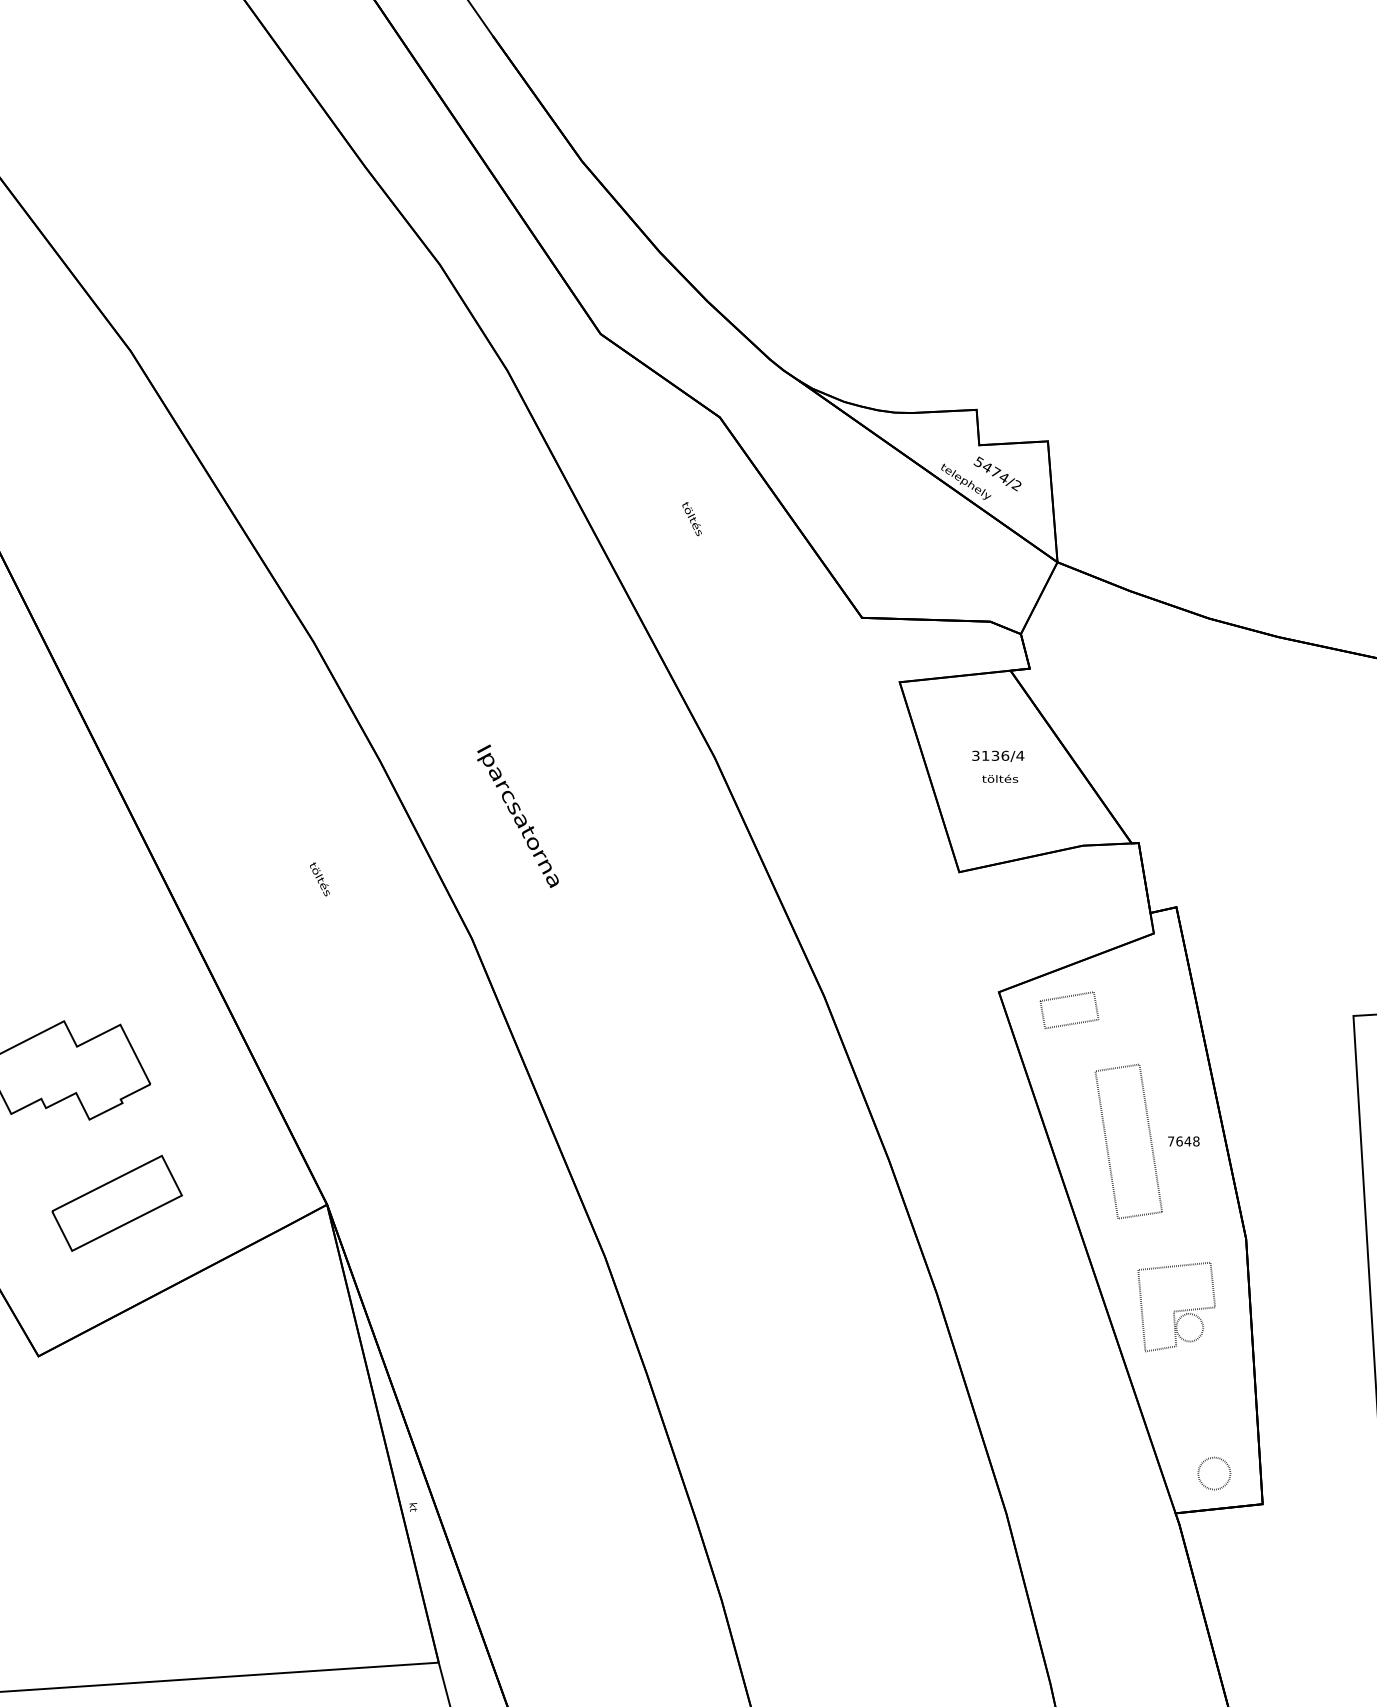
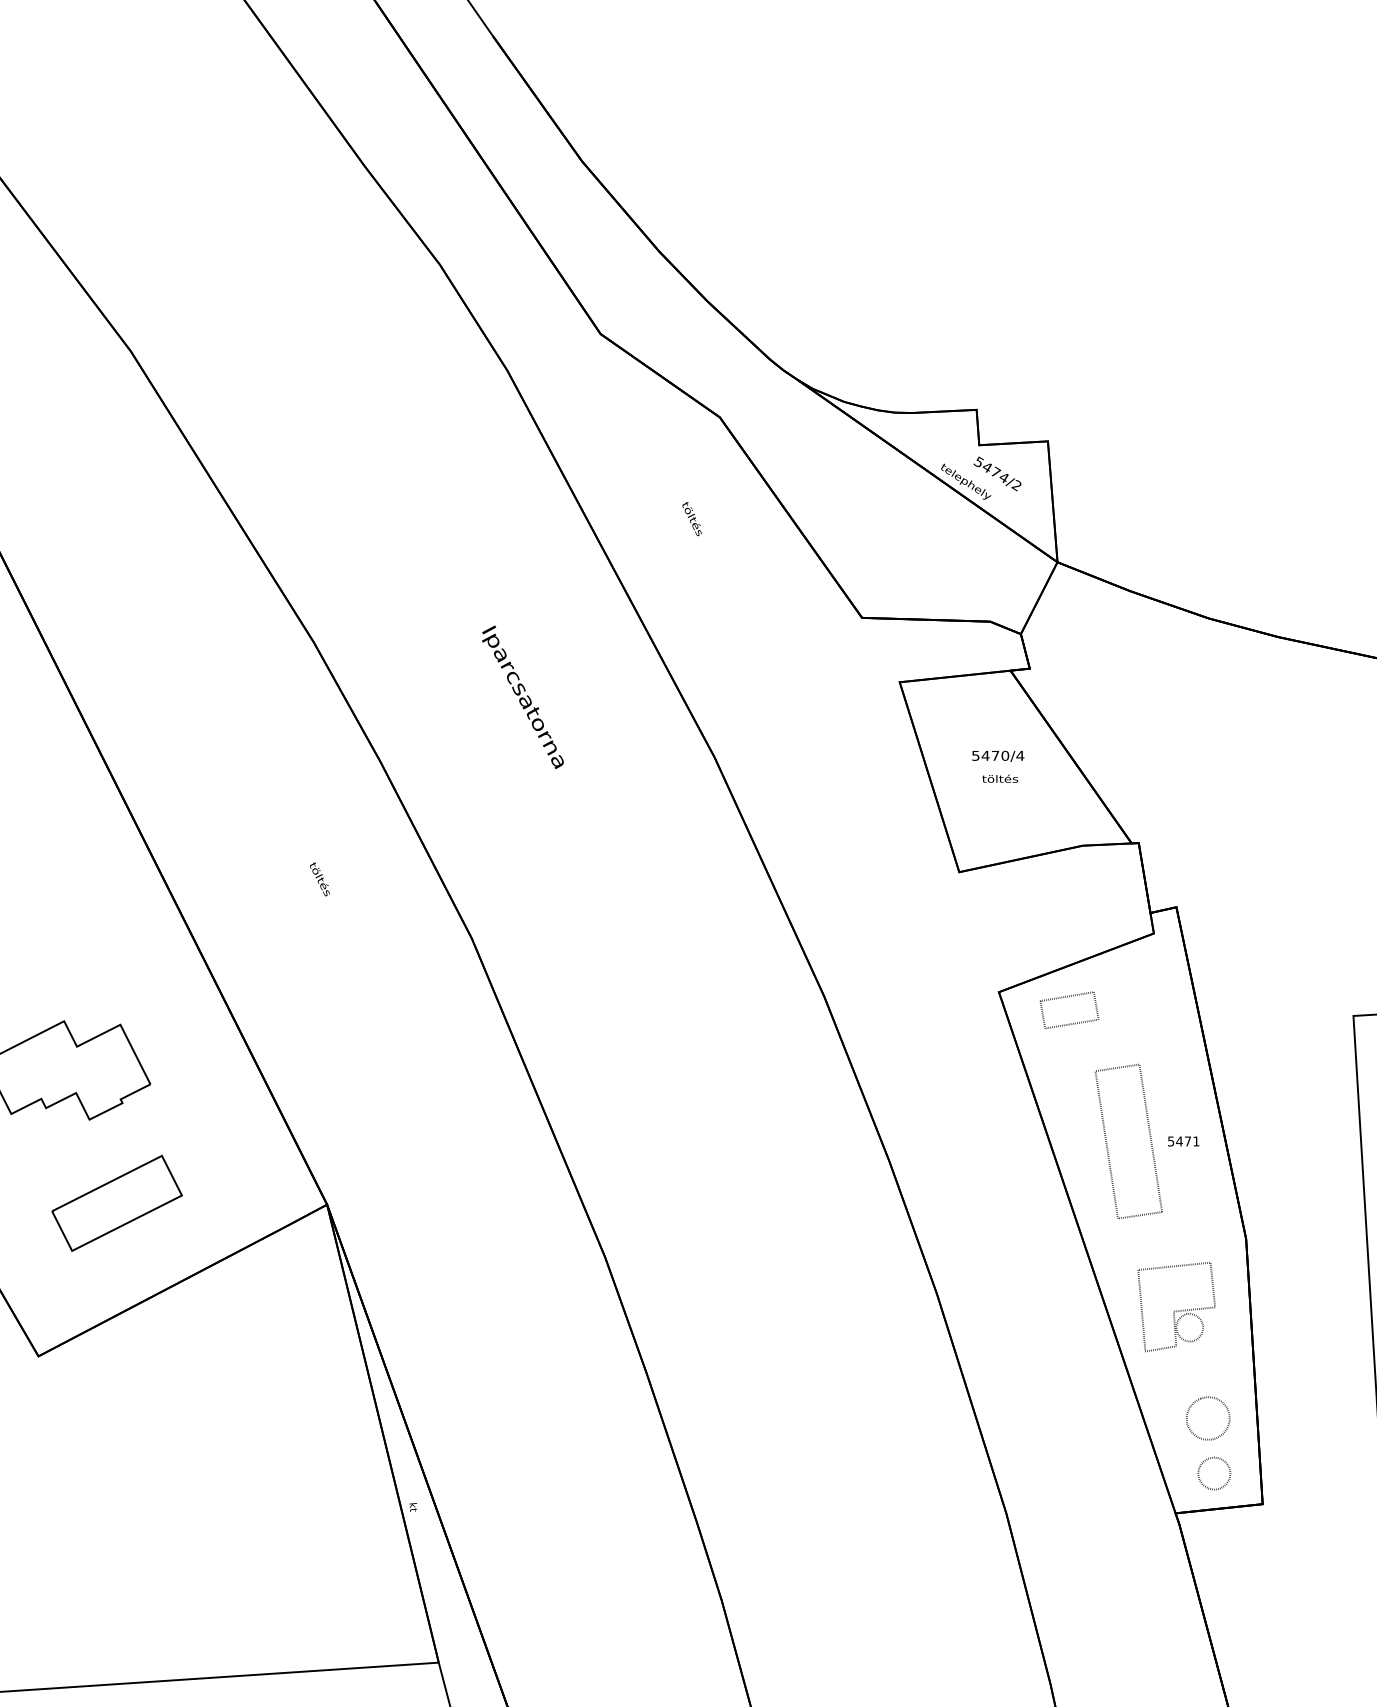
text at (990, 755): 3136/4 -> 5470/4
text at (517, 816) position: (517, 816) -> (522, 697)
text at (1183, 1141): 7648 -> 5471
part at (1223, 1431): none -> present
